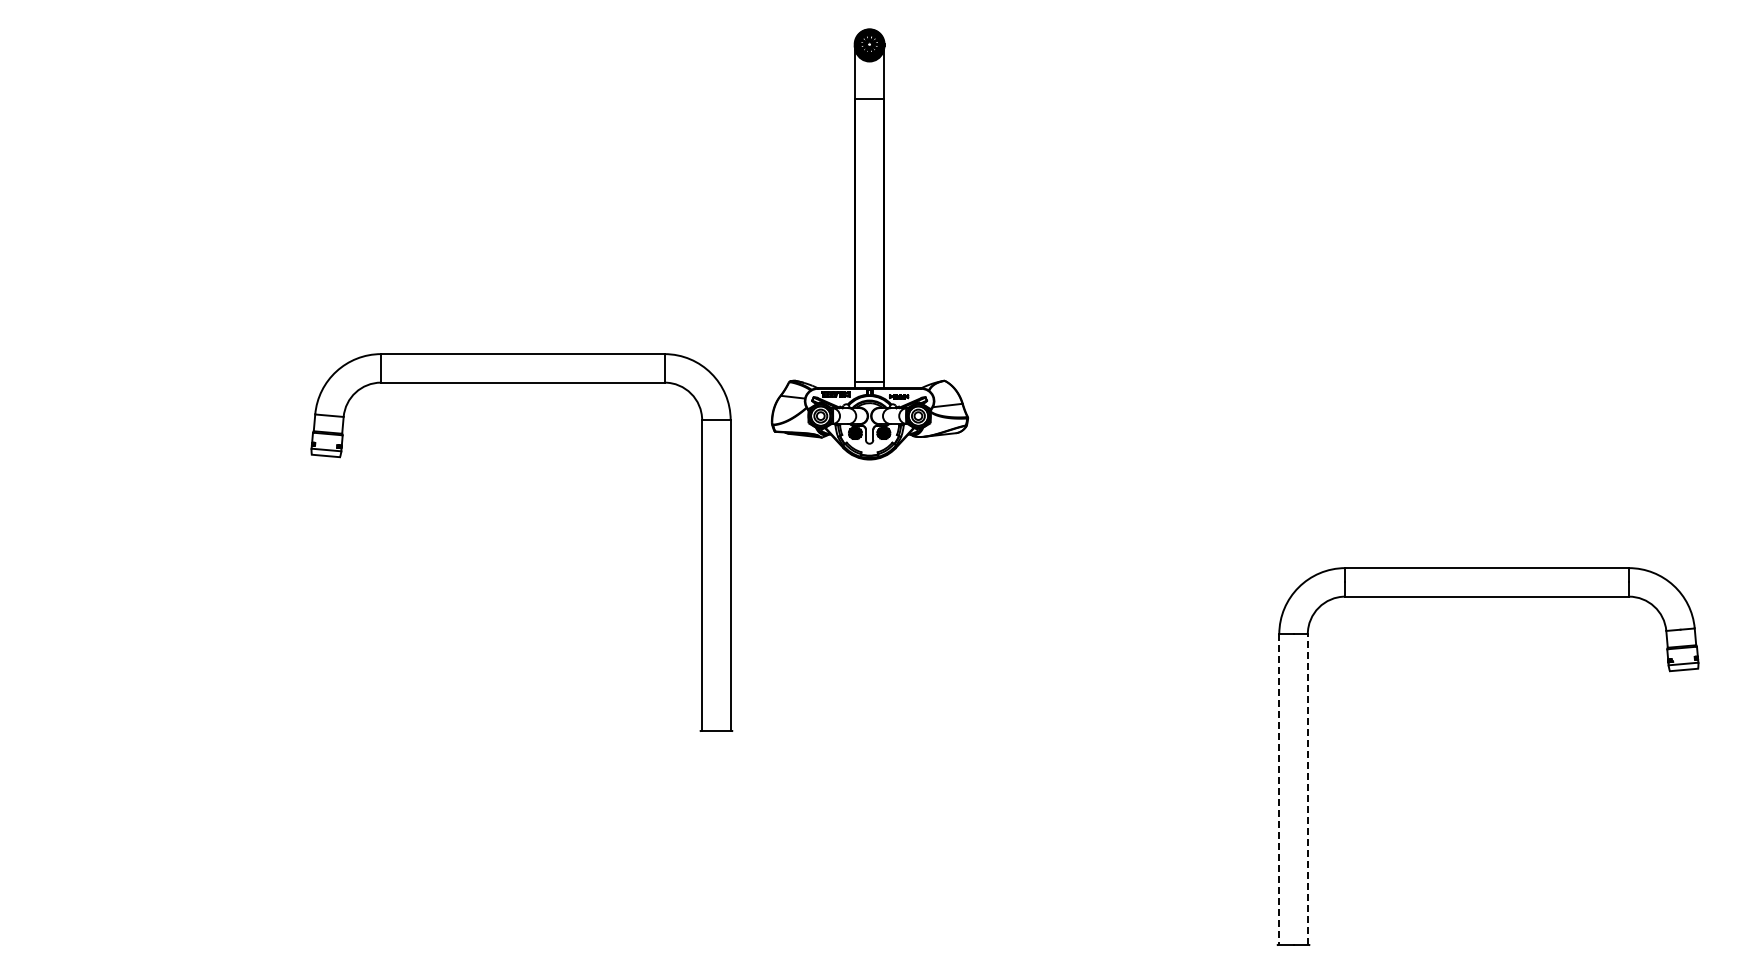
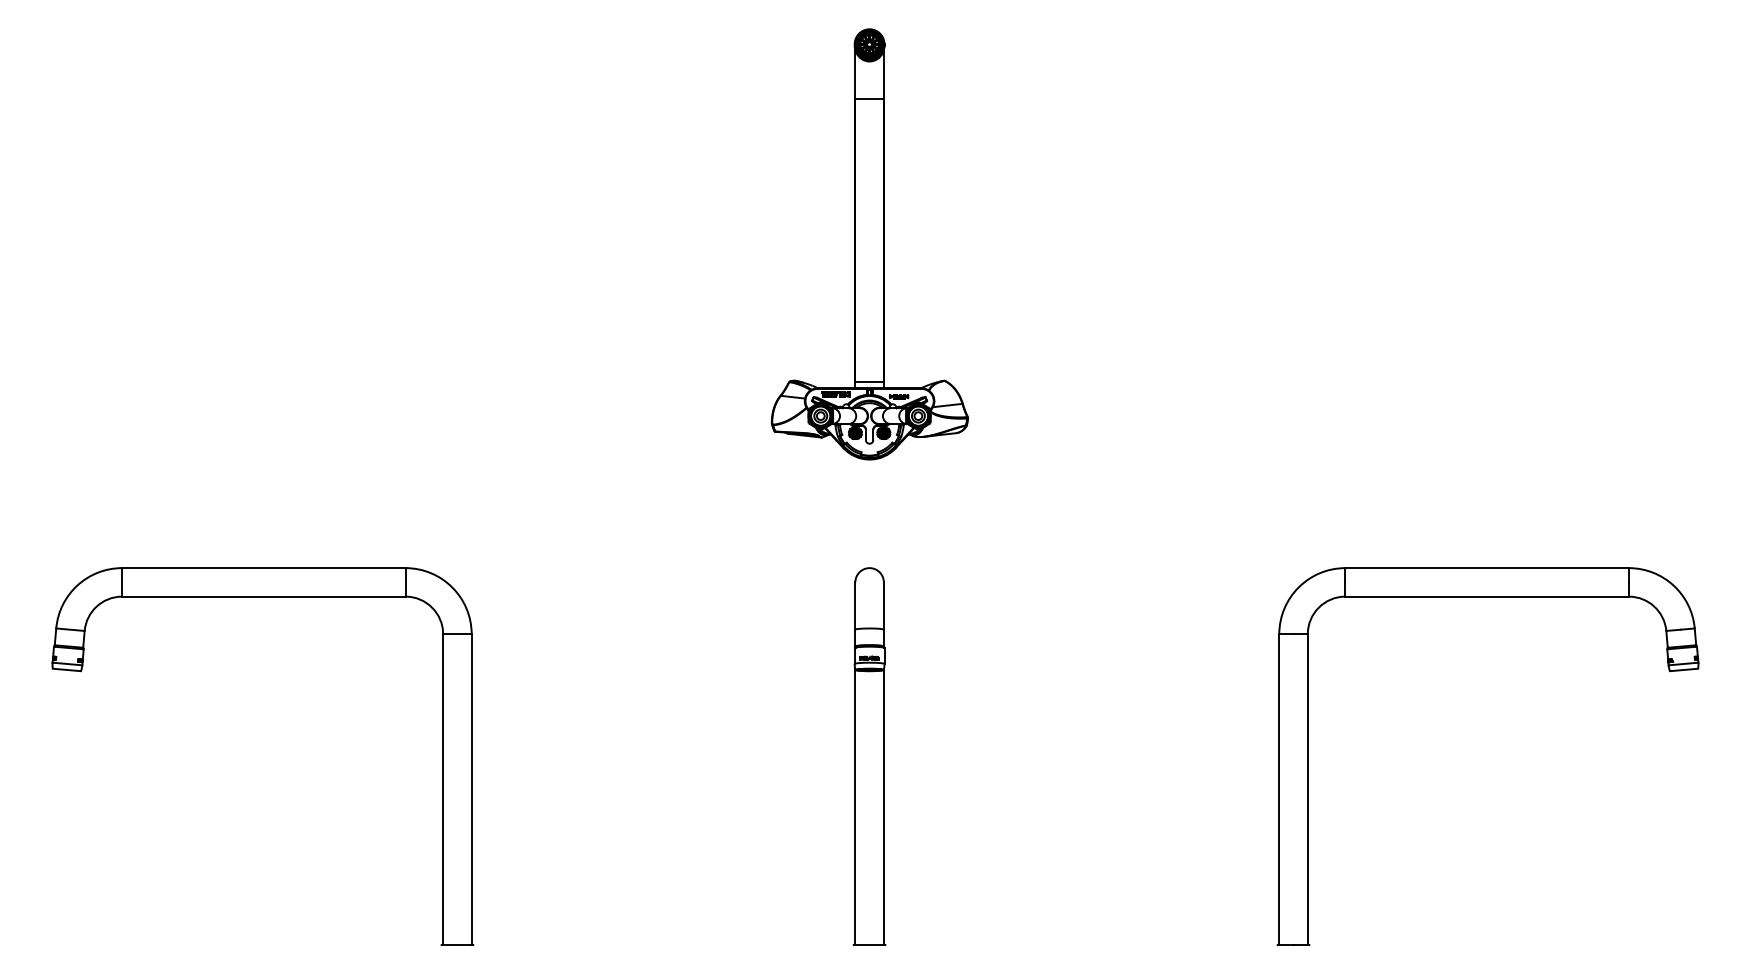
part at (521, 383) position: (521, 383) -> (262, 597)
part at (869, 756): none -> present
line at (1307, 789): dashed -> solid
line at (1279, 790): dashed -> solid
